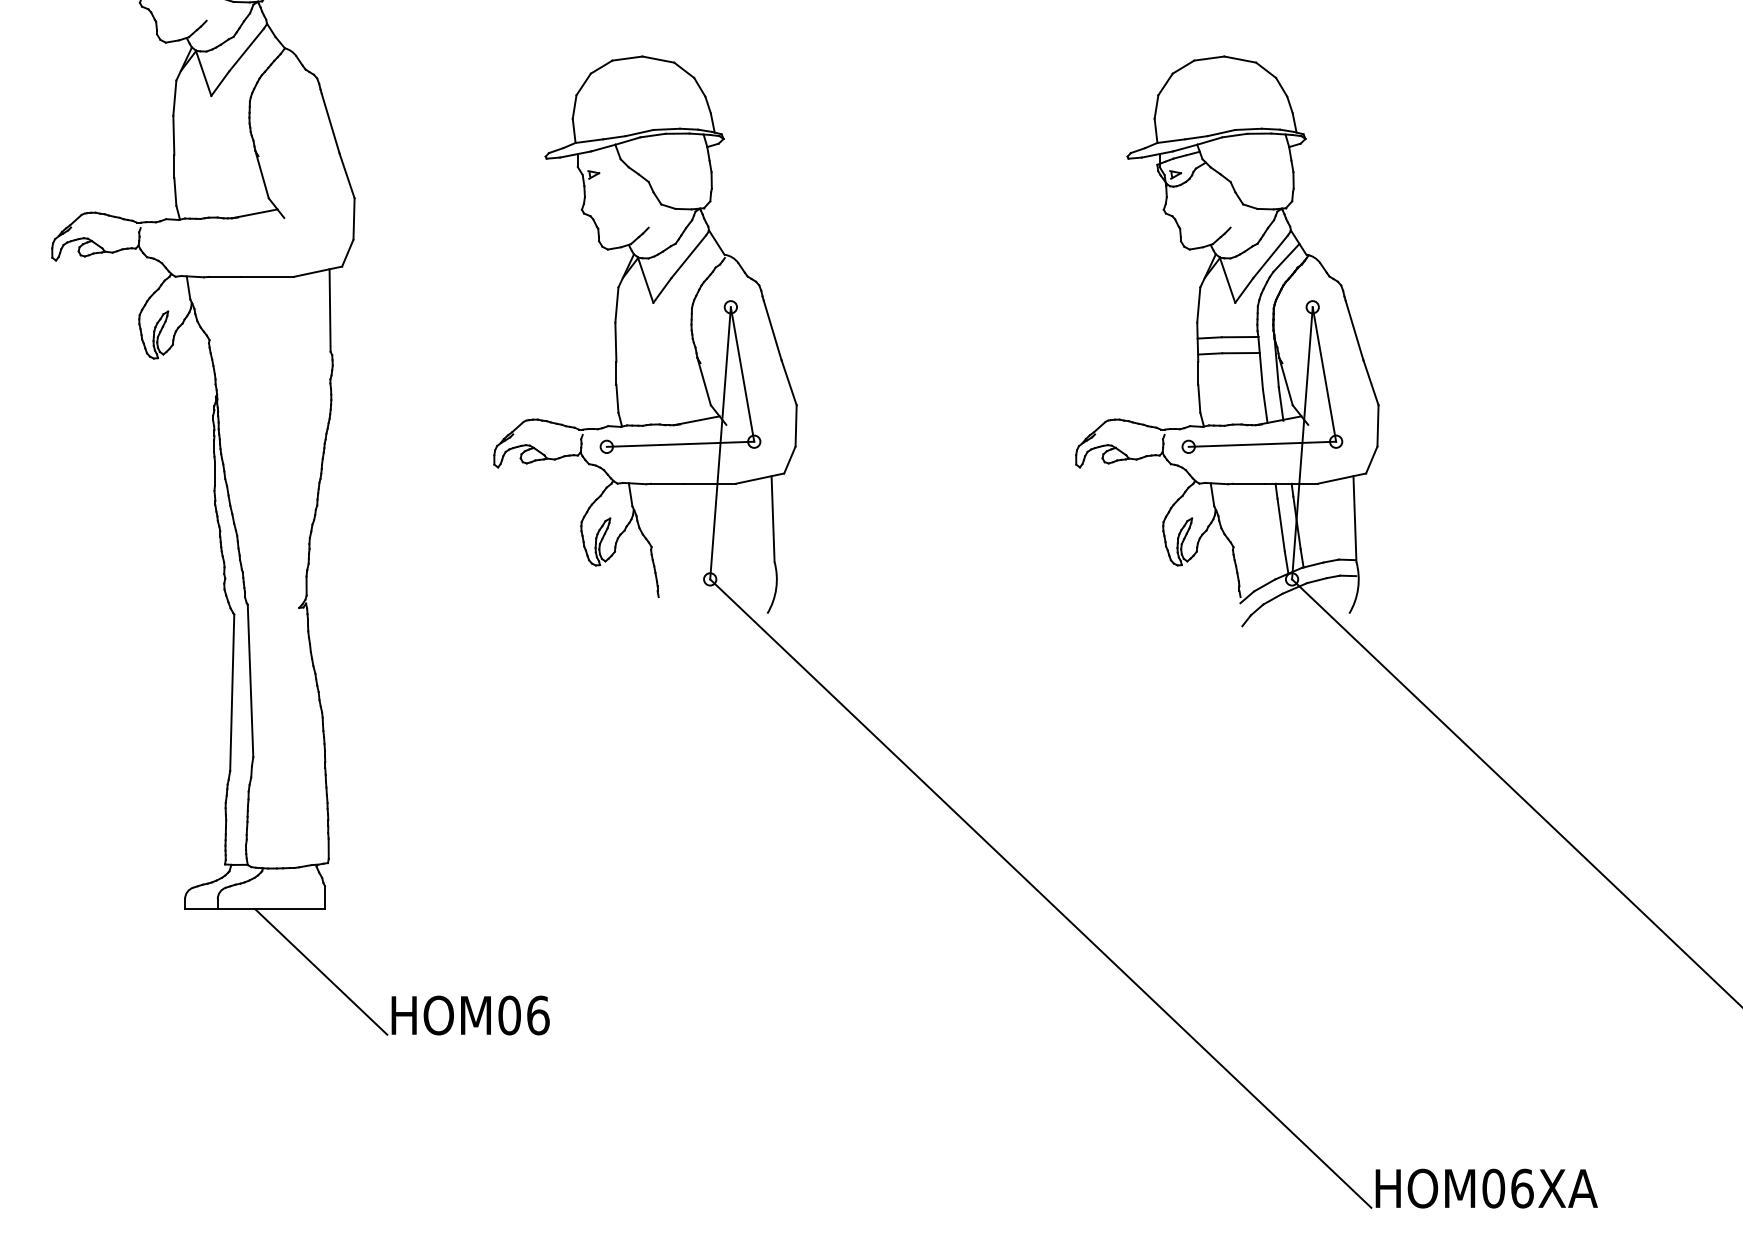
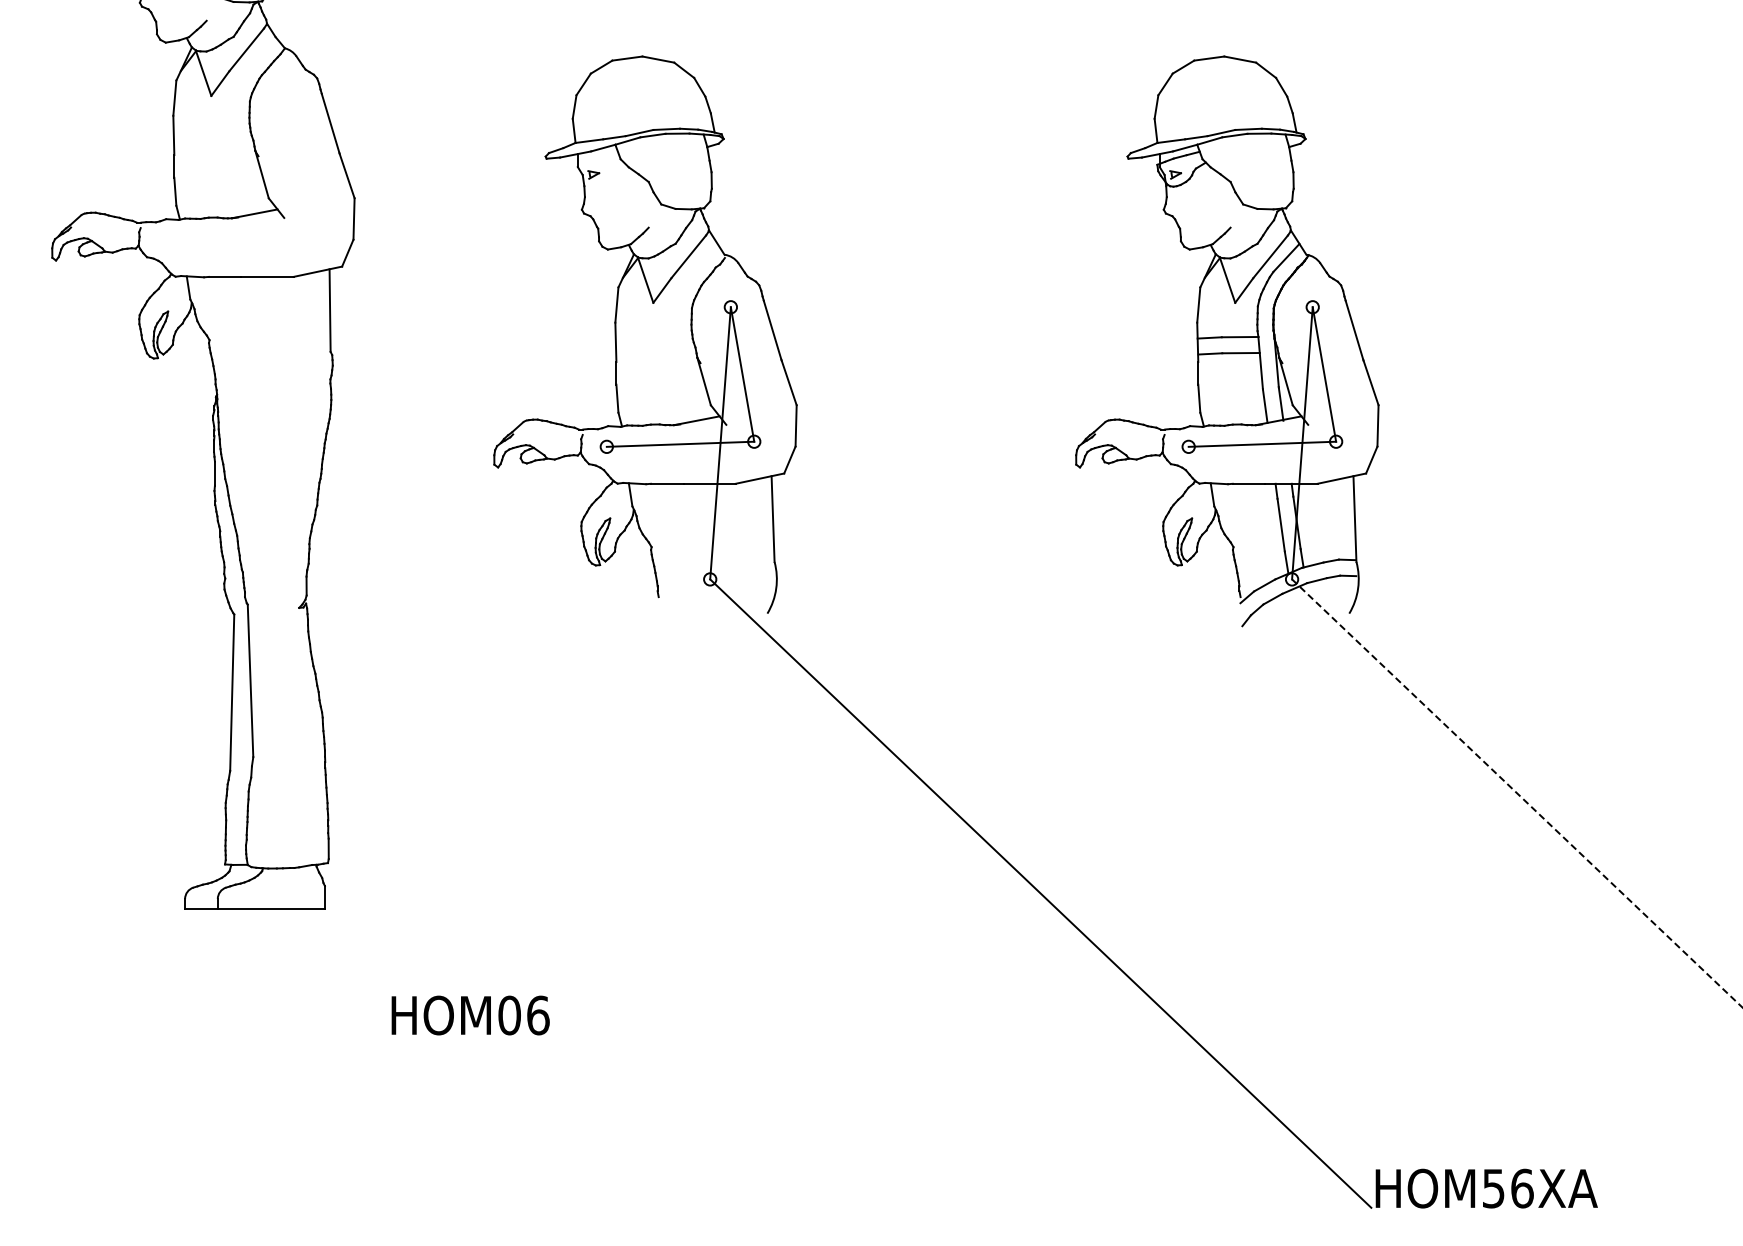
line at (1517, 793): solid -> dashed
line at (321, 971): present -> none
text at (1493, 1188): HOM06XA -> HOM56XA
